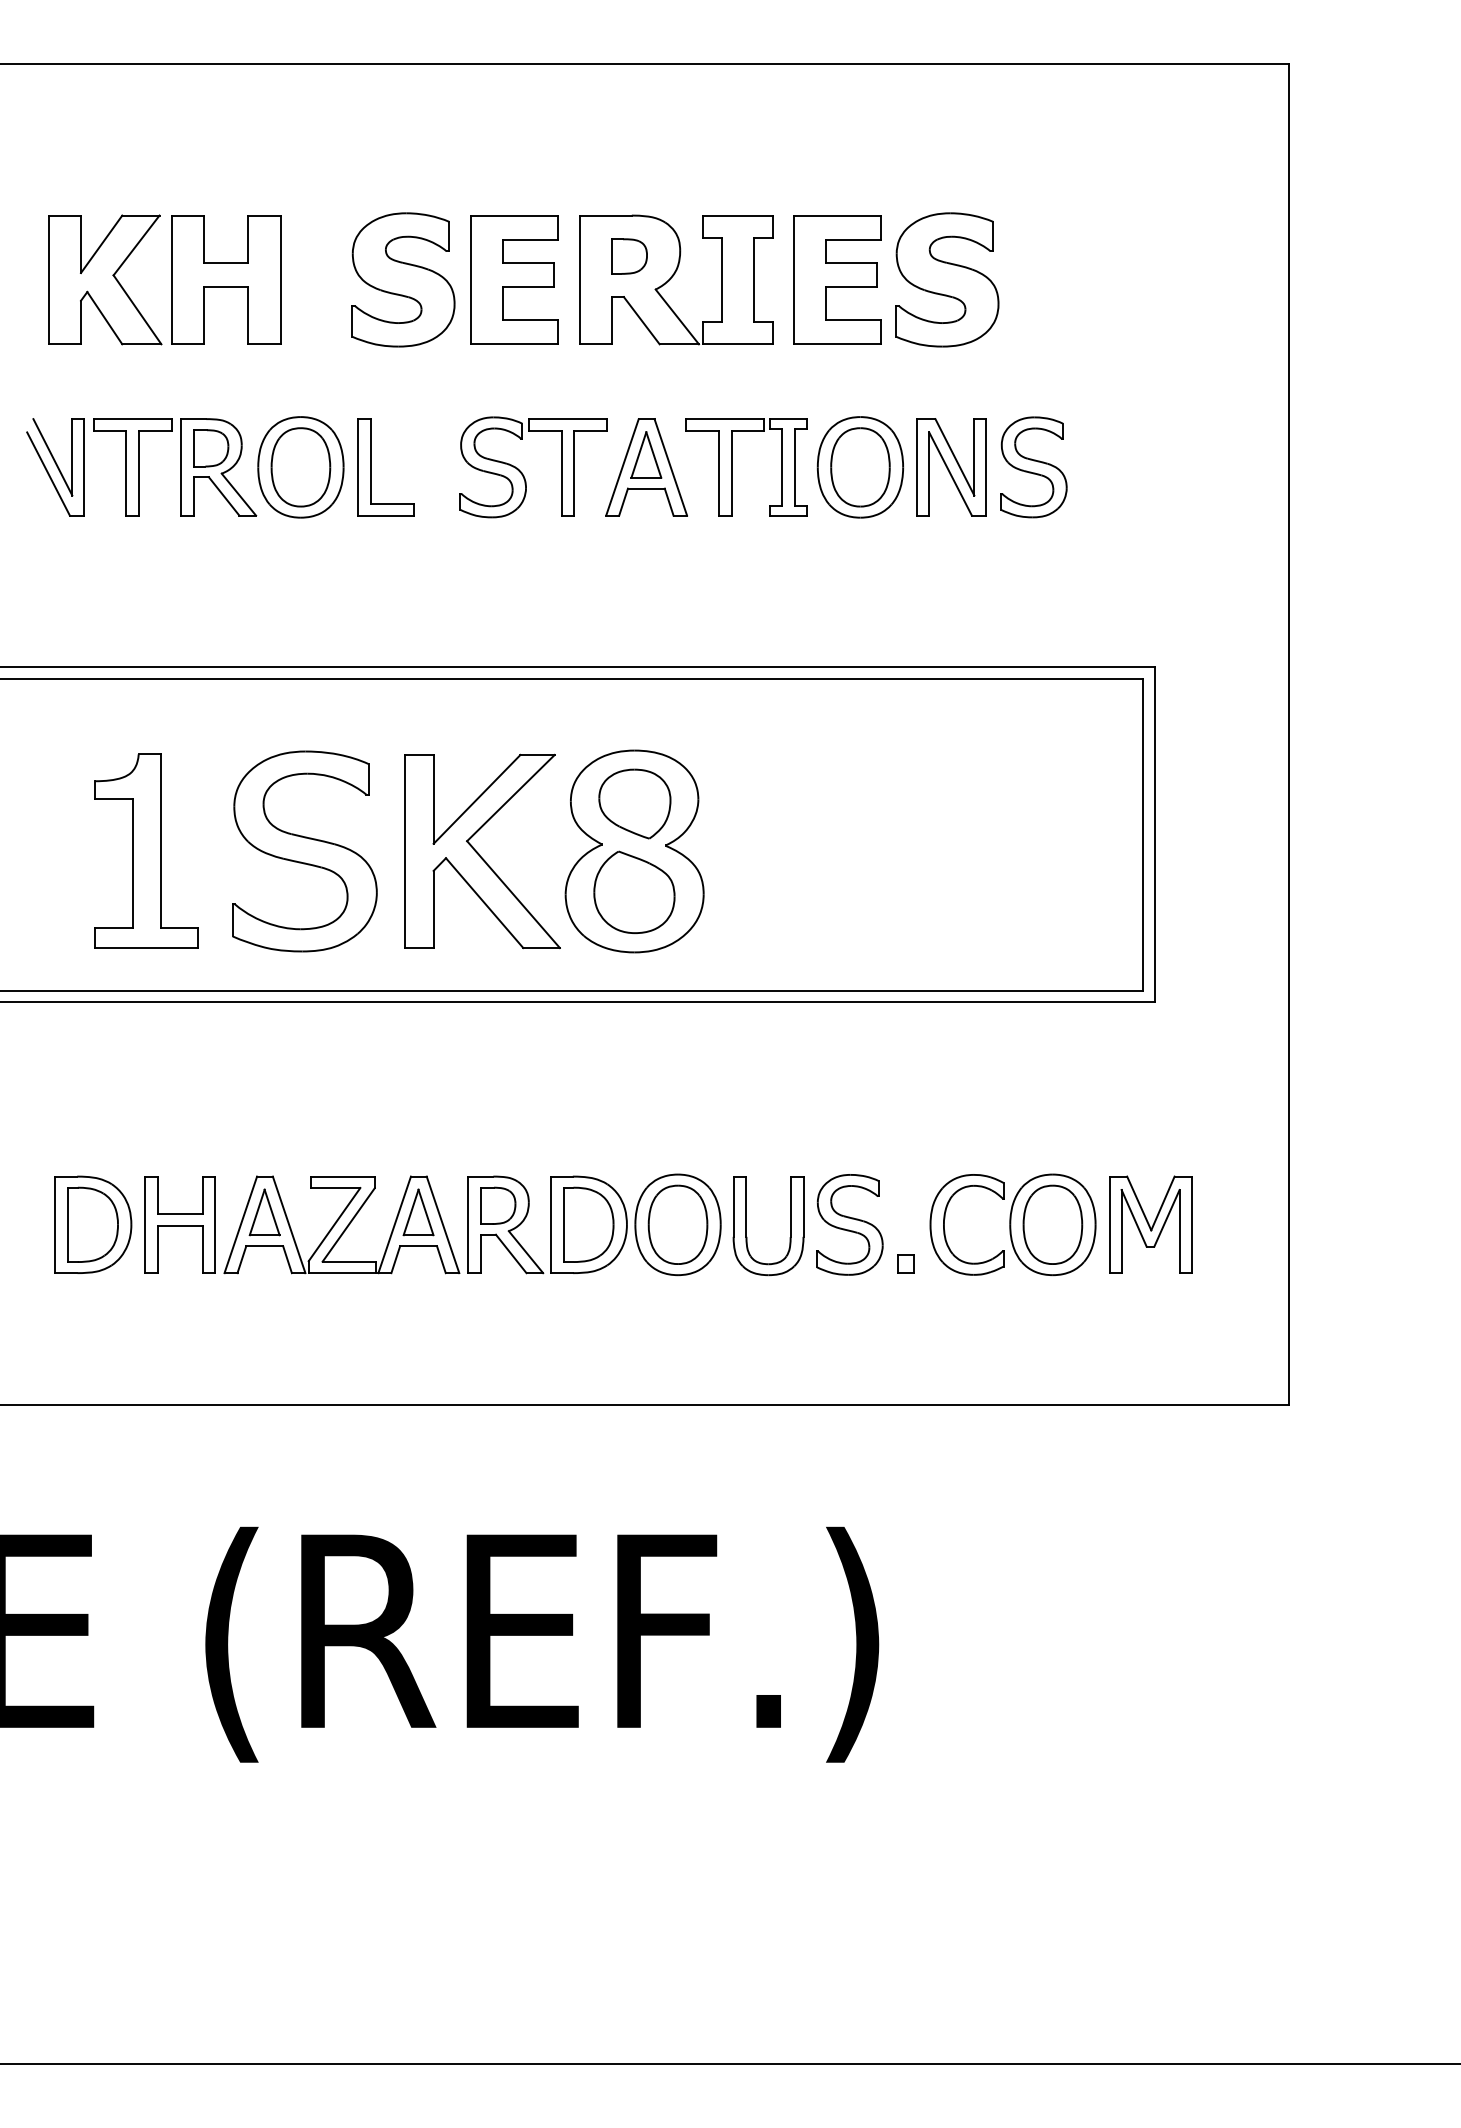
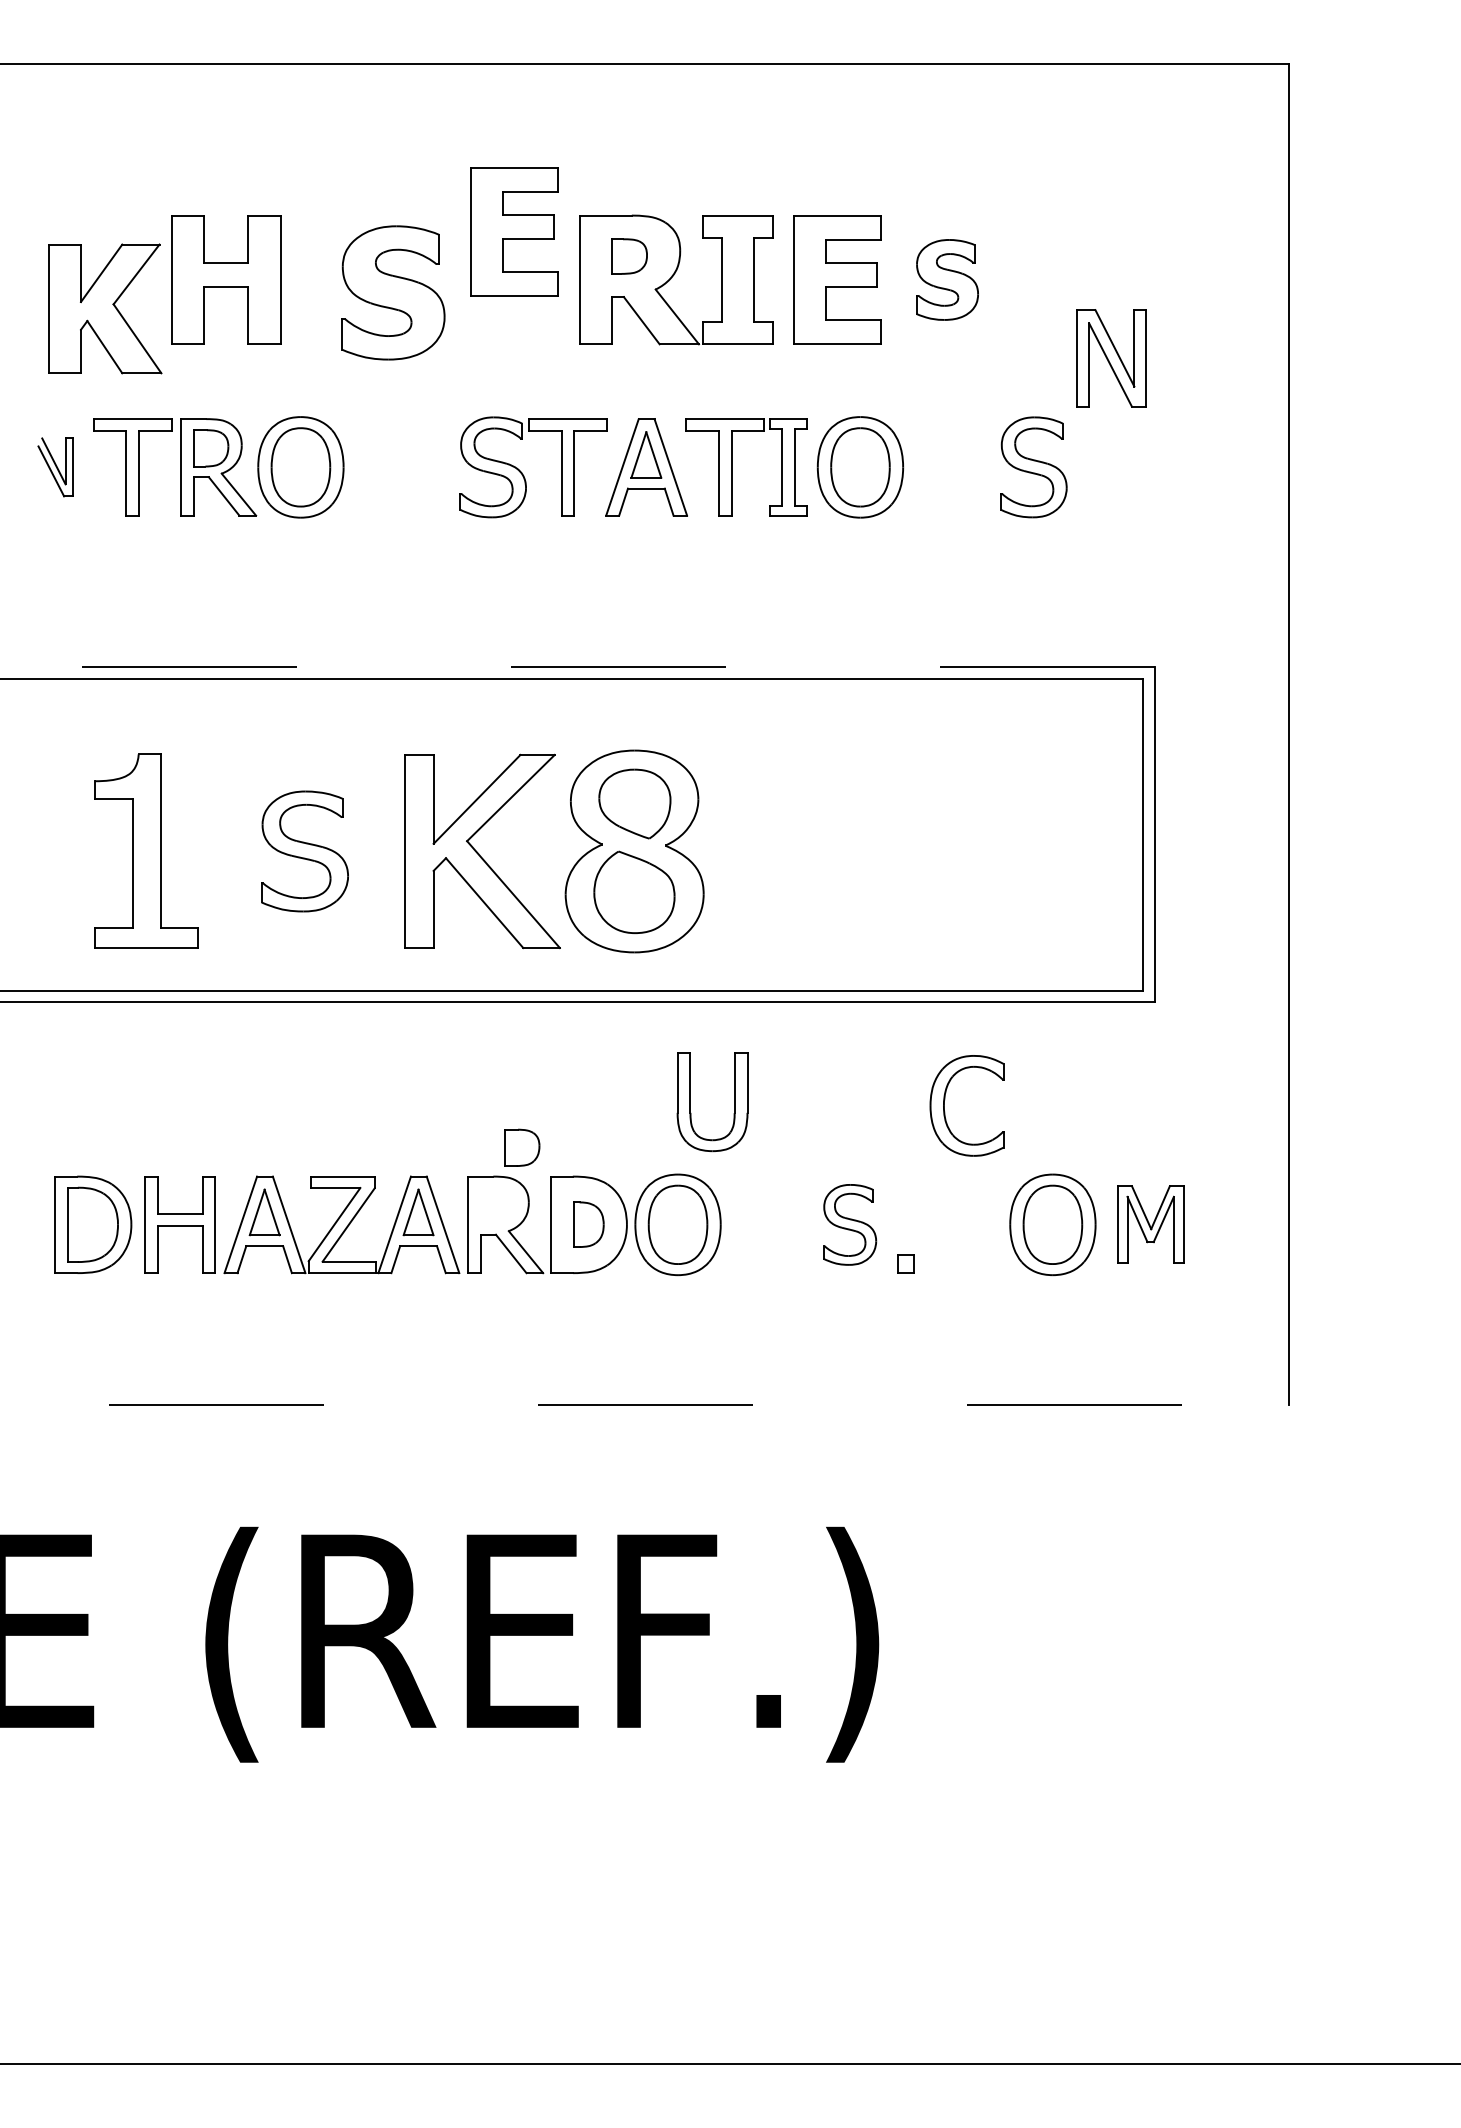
part at (105, 279) position: (105, 279) -> (105, 308)
part at (403, 279) position: (403, 279) -> (393, 292)
part at (514, 279) position: (514, 279) -> (514, 231)
part at (947, 279) size: 105x136 px -> 63x82 px
part at (55, 467) size: 59x99 px -> 37x61 px
part at (371, 467): present -> none
part at (951, 467) position: (951, 467) -> (1111, 358)
line at (577, 667): solid -> dashed
part at (304, 851) size: 146x203 px -> 88x123 px
part at (498, 1205) position: (498, 1205) -> (522, 1147)
part at (945, 1218) position: (945, 1218) -> (945, 1099)
part at (588, 1224) size: 52x77 px -> 32x47 px
part at (849, 1224) size: 68x102 px -> 55x82 px
part at (1150, 1224) size: 84x99 px -> 68x79 px
part at (746, 1226) position: (746, 1226) -> (690, 1102)
line at (644, 1404): solid -> dashed
